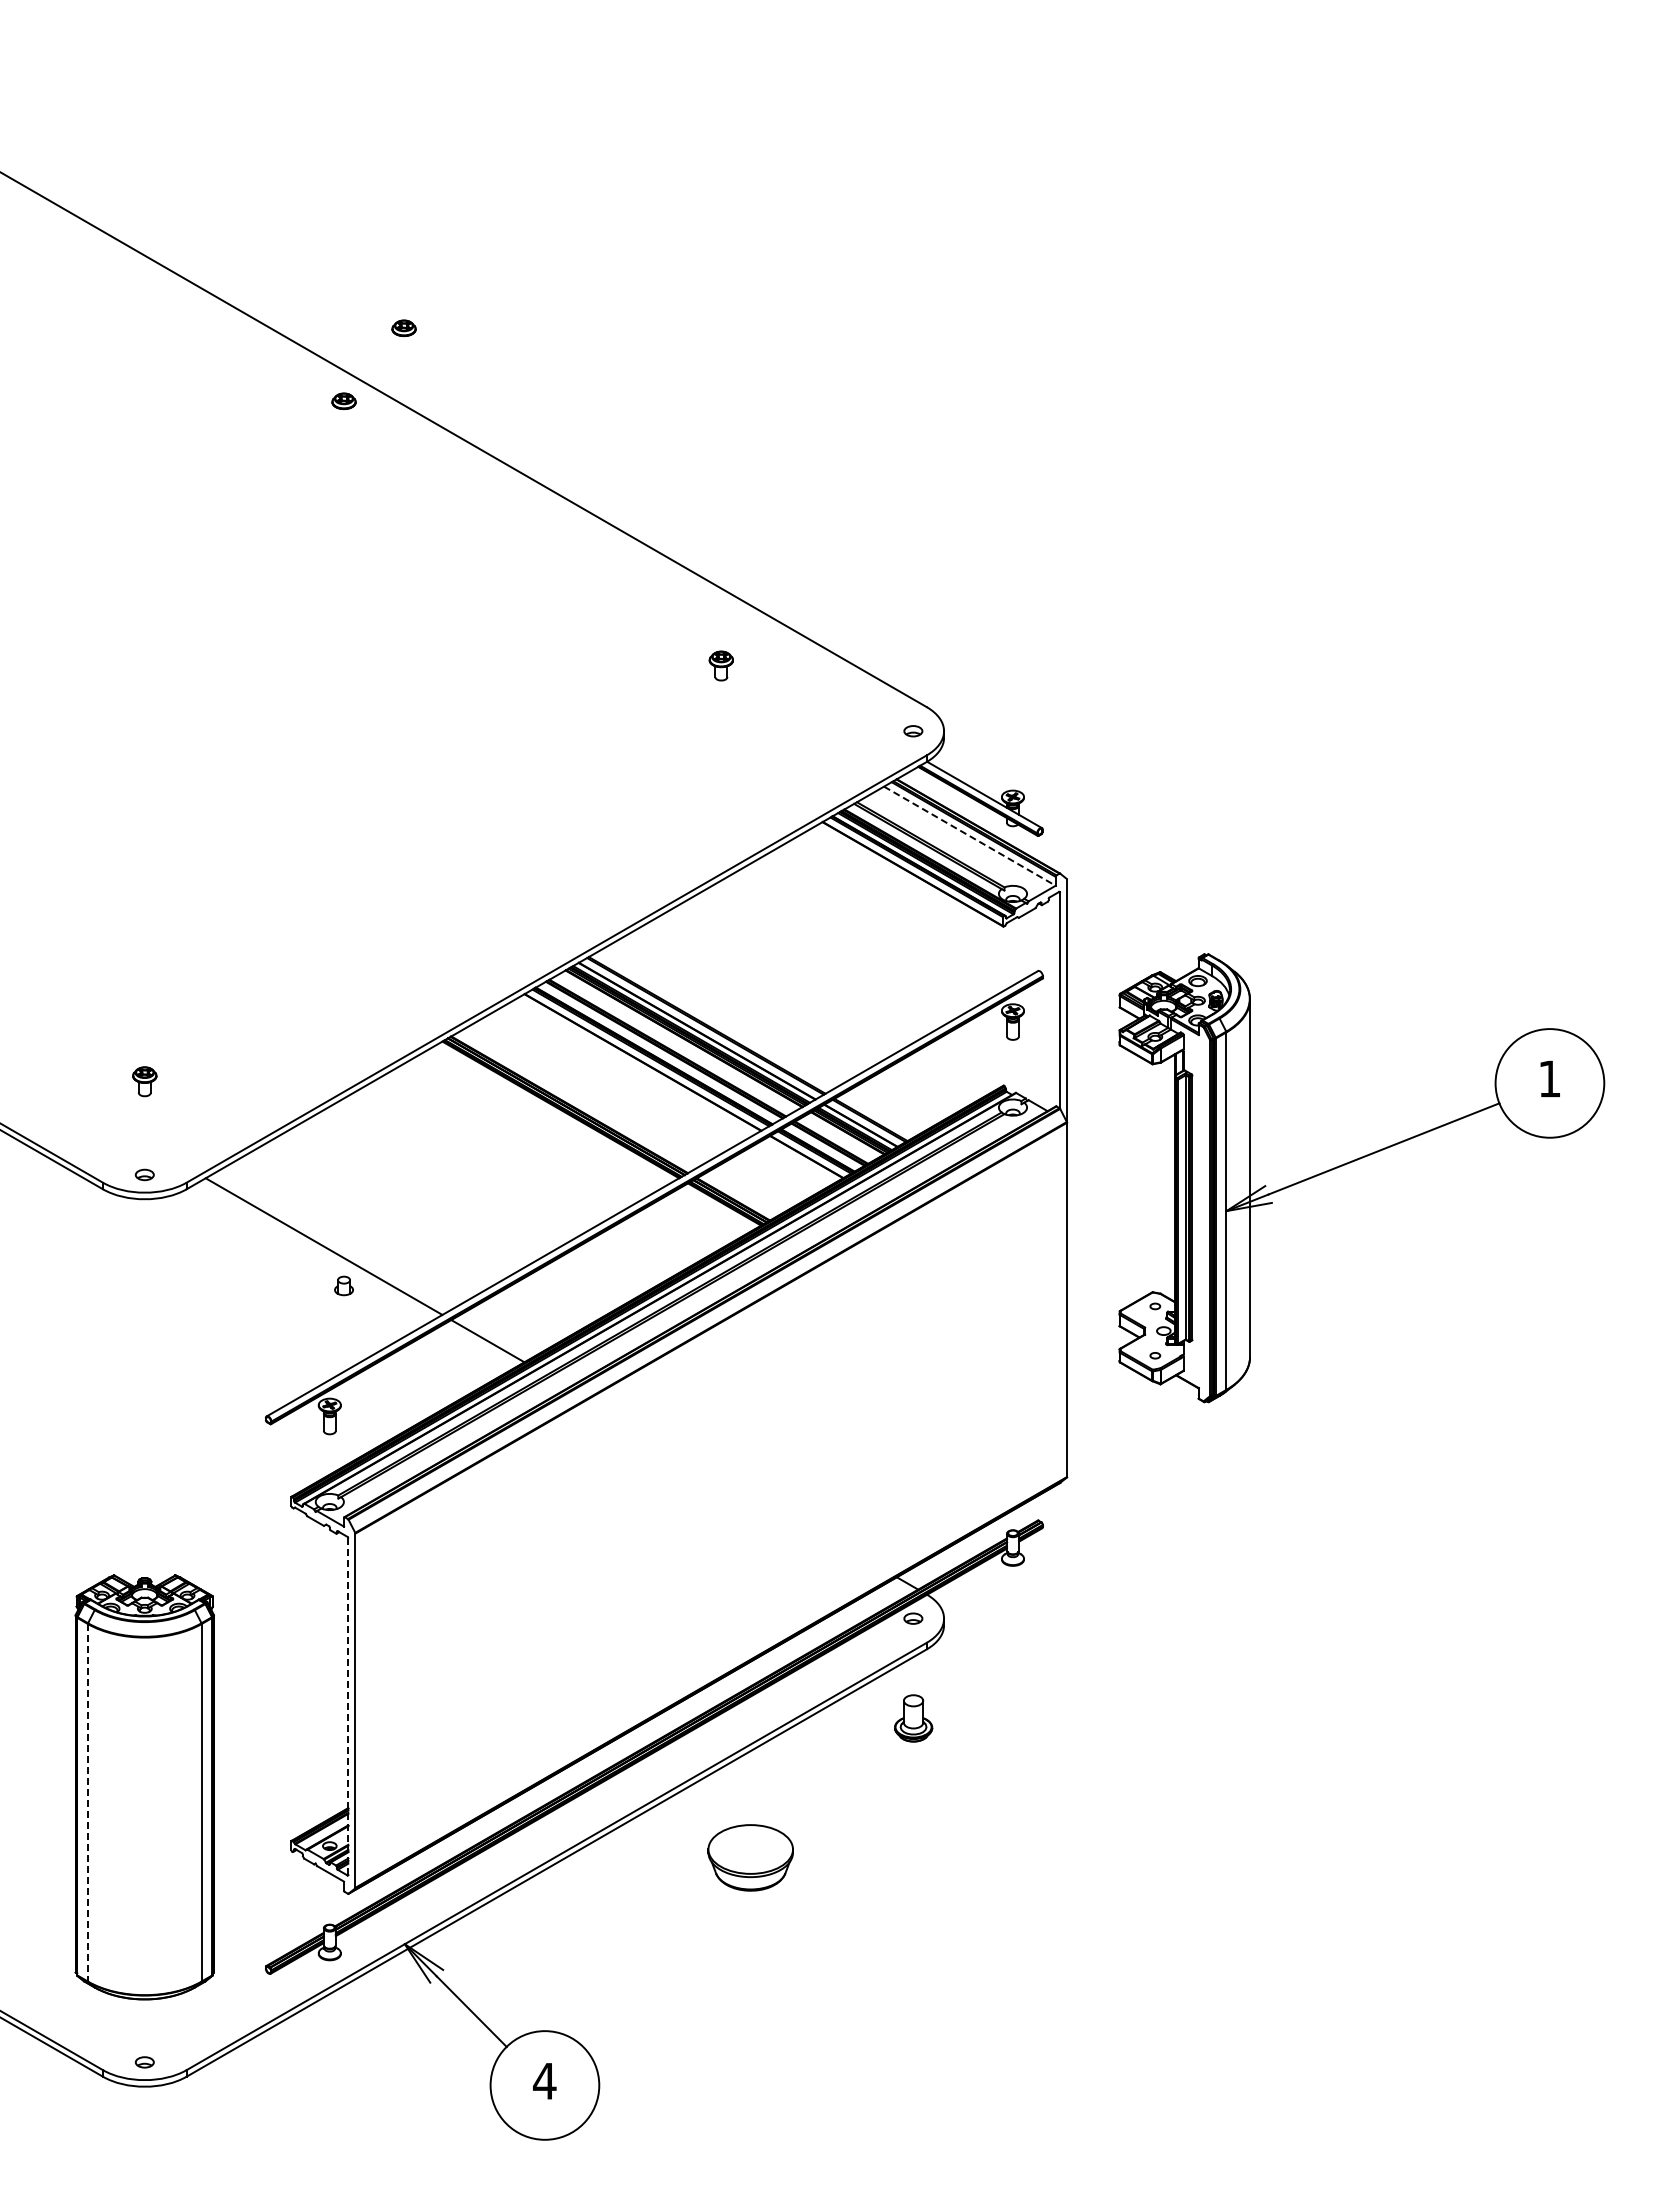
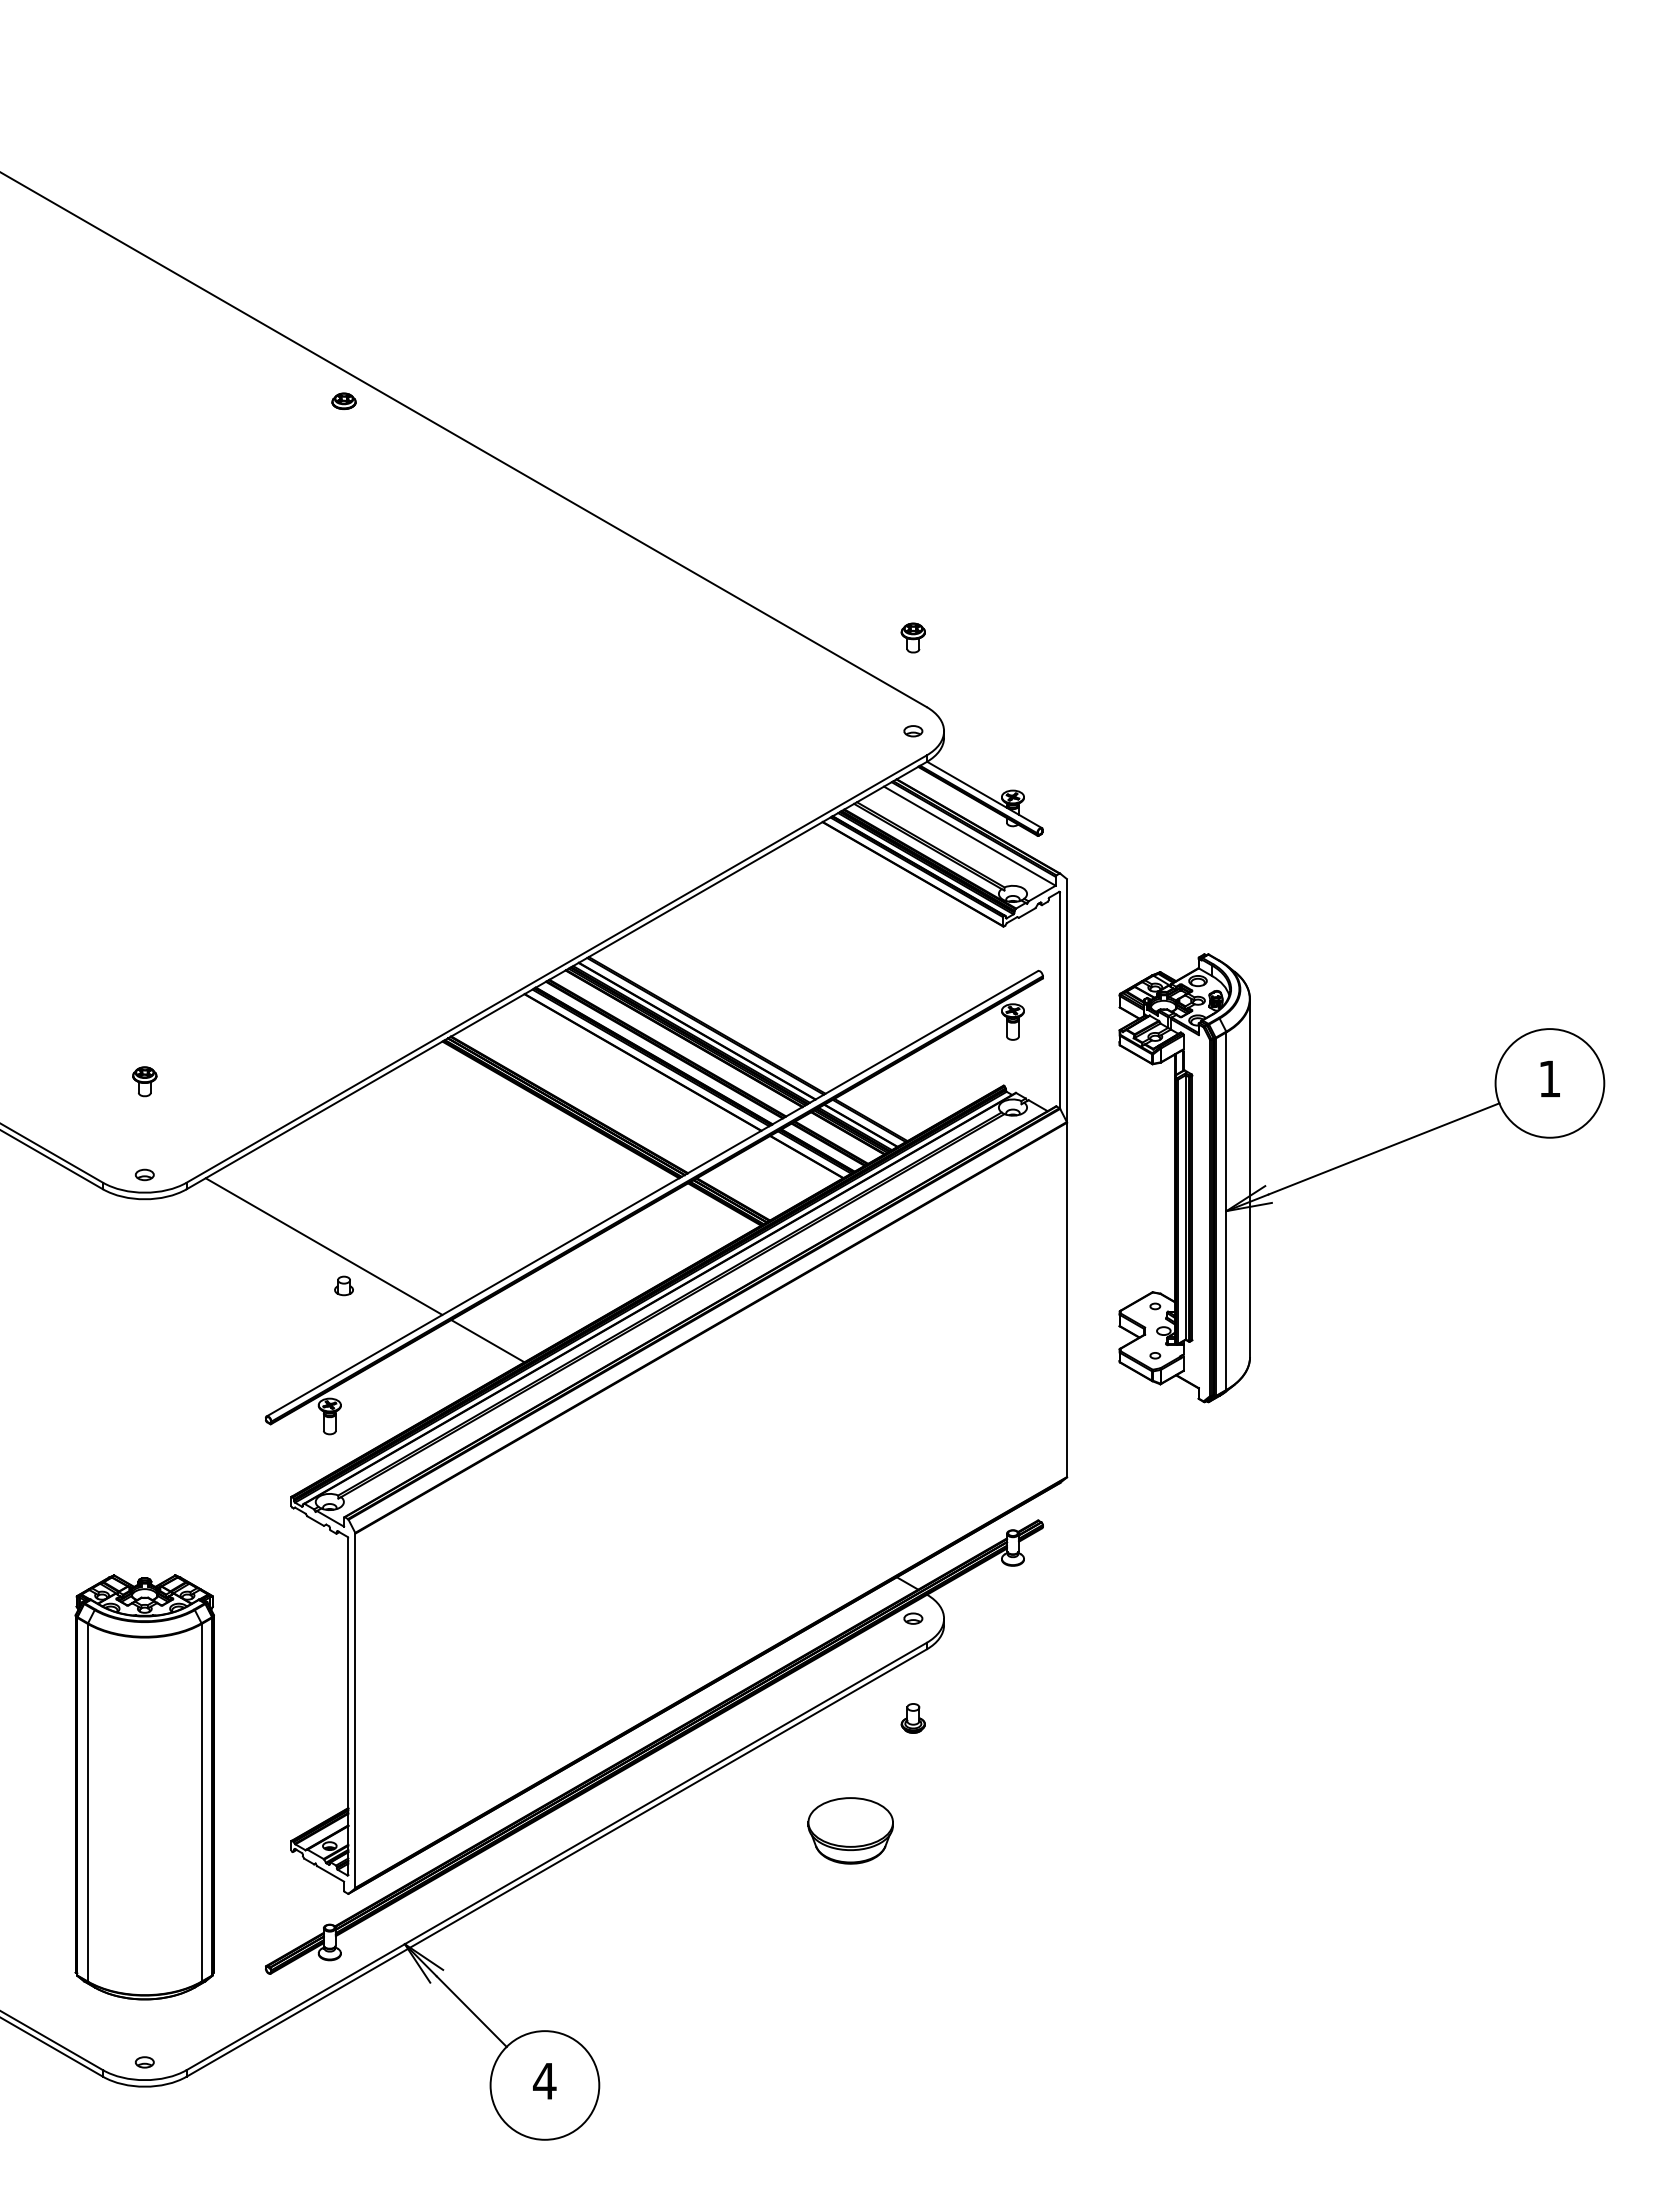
part at (403, 327): present -> none
part at (720, 665) position: (720, 665) -> (912, 637)
line at (970, 836): dashed -> solid
line at (348, 1707): dashed -> solid
part at (913, 1718) size: 40x49 px -> 26x31 px
line at (87, 1802): dashed -> solid
part at (750, 1857) position: (750, 1857) -> (850, 1830)
